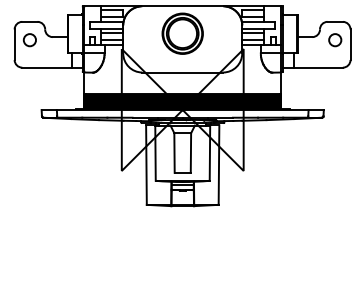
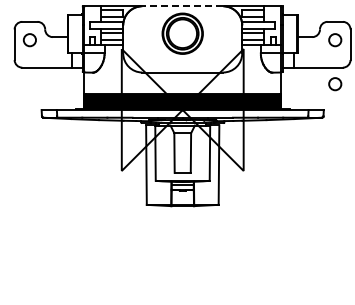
line at (182, 6): solid -> dashed
part at (335, 84): none -> present
